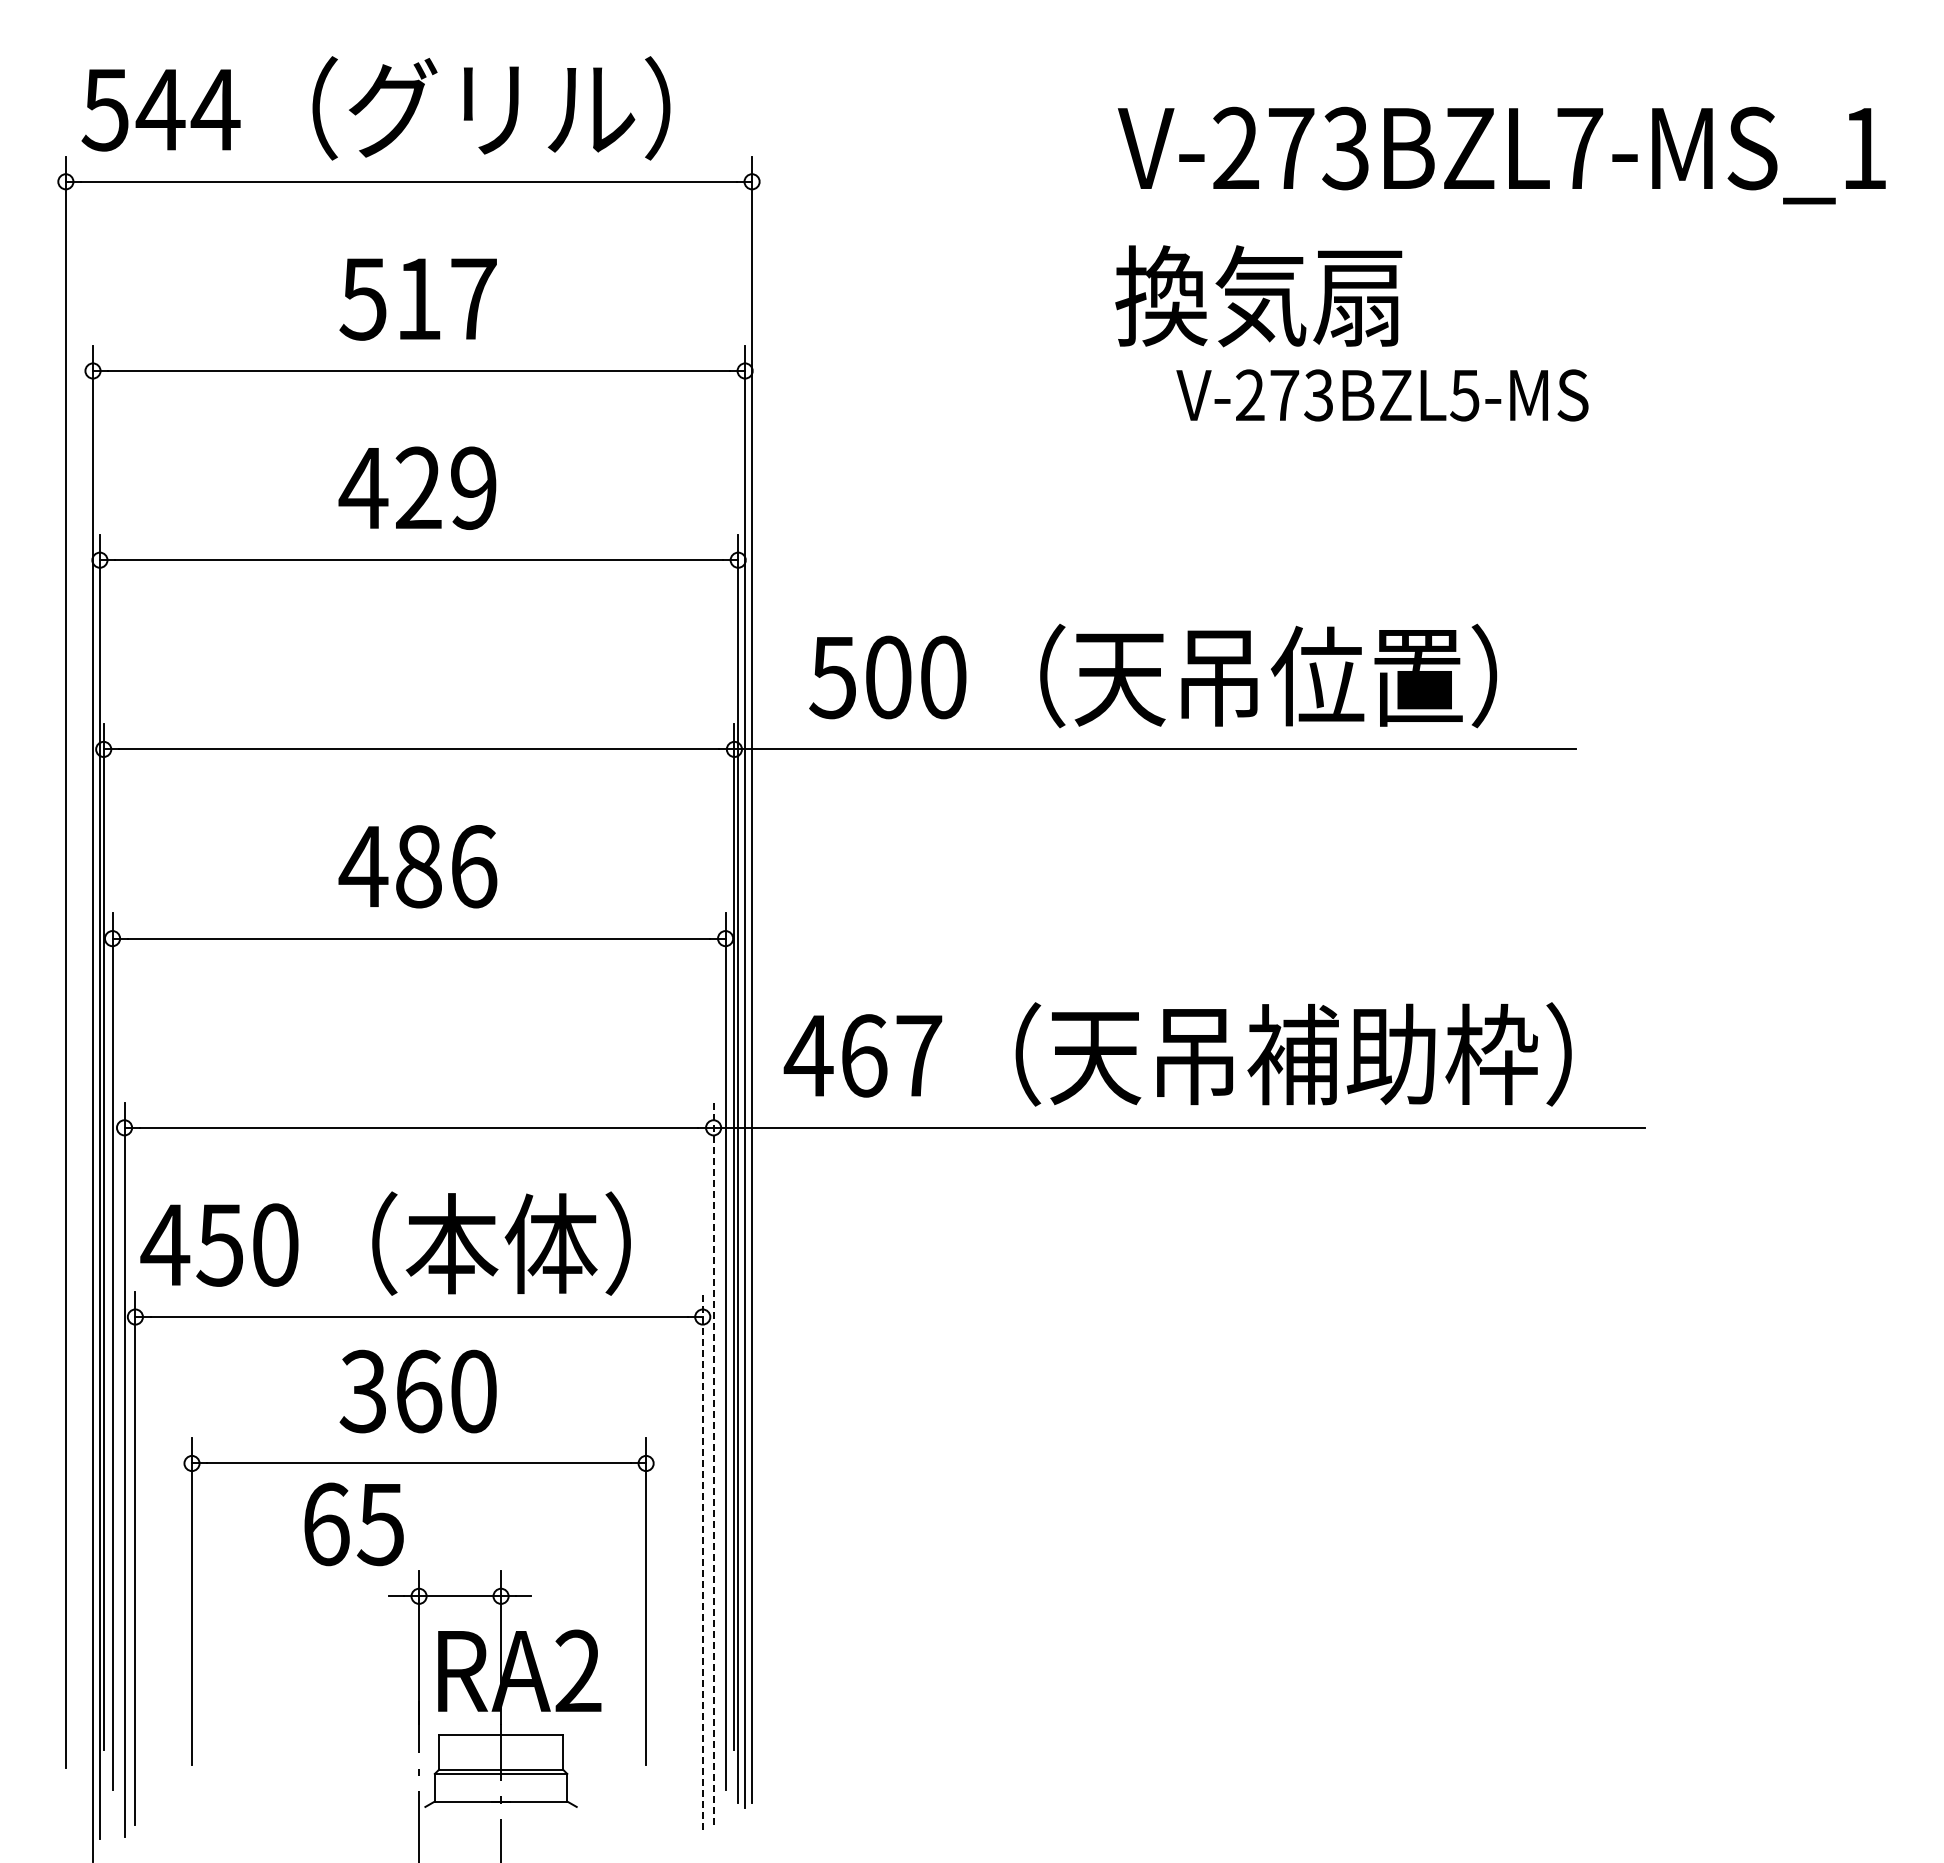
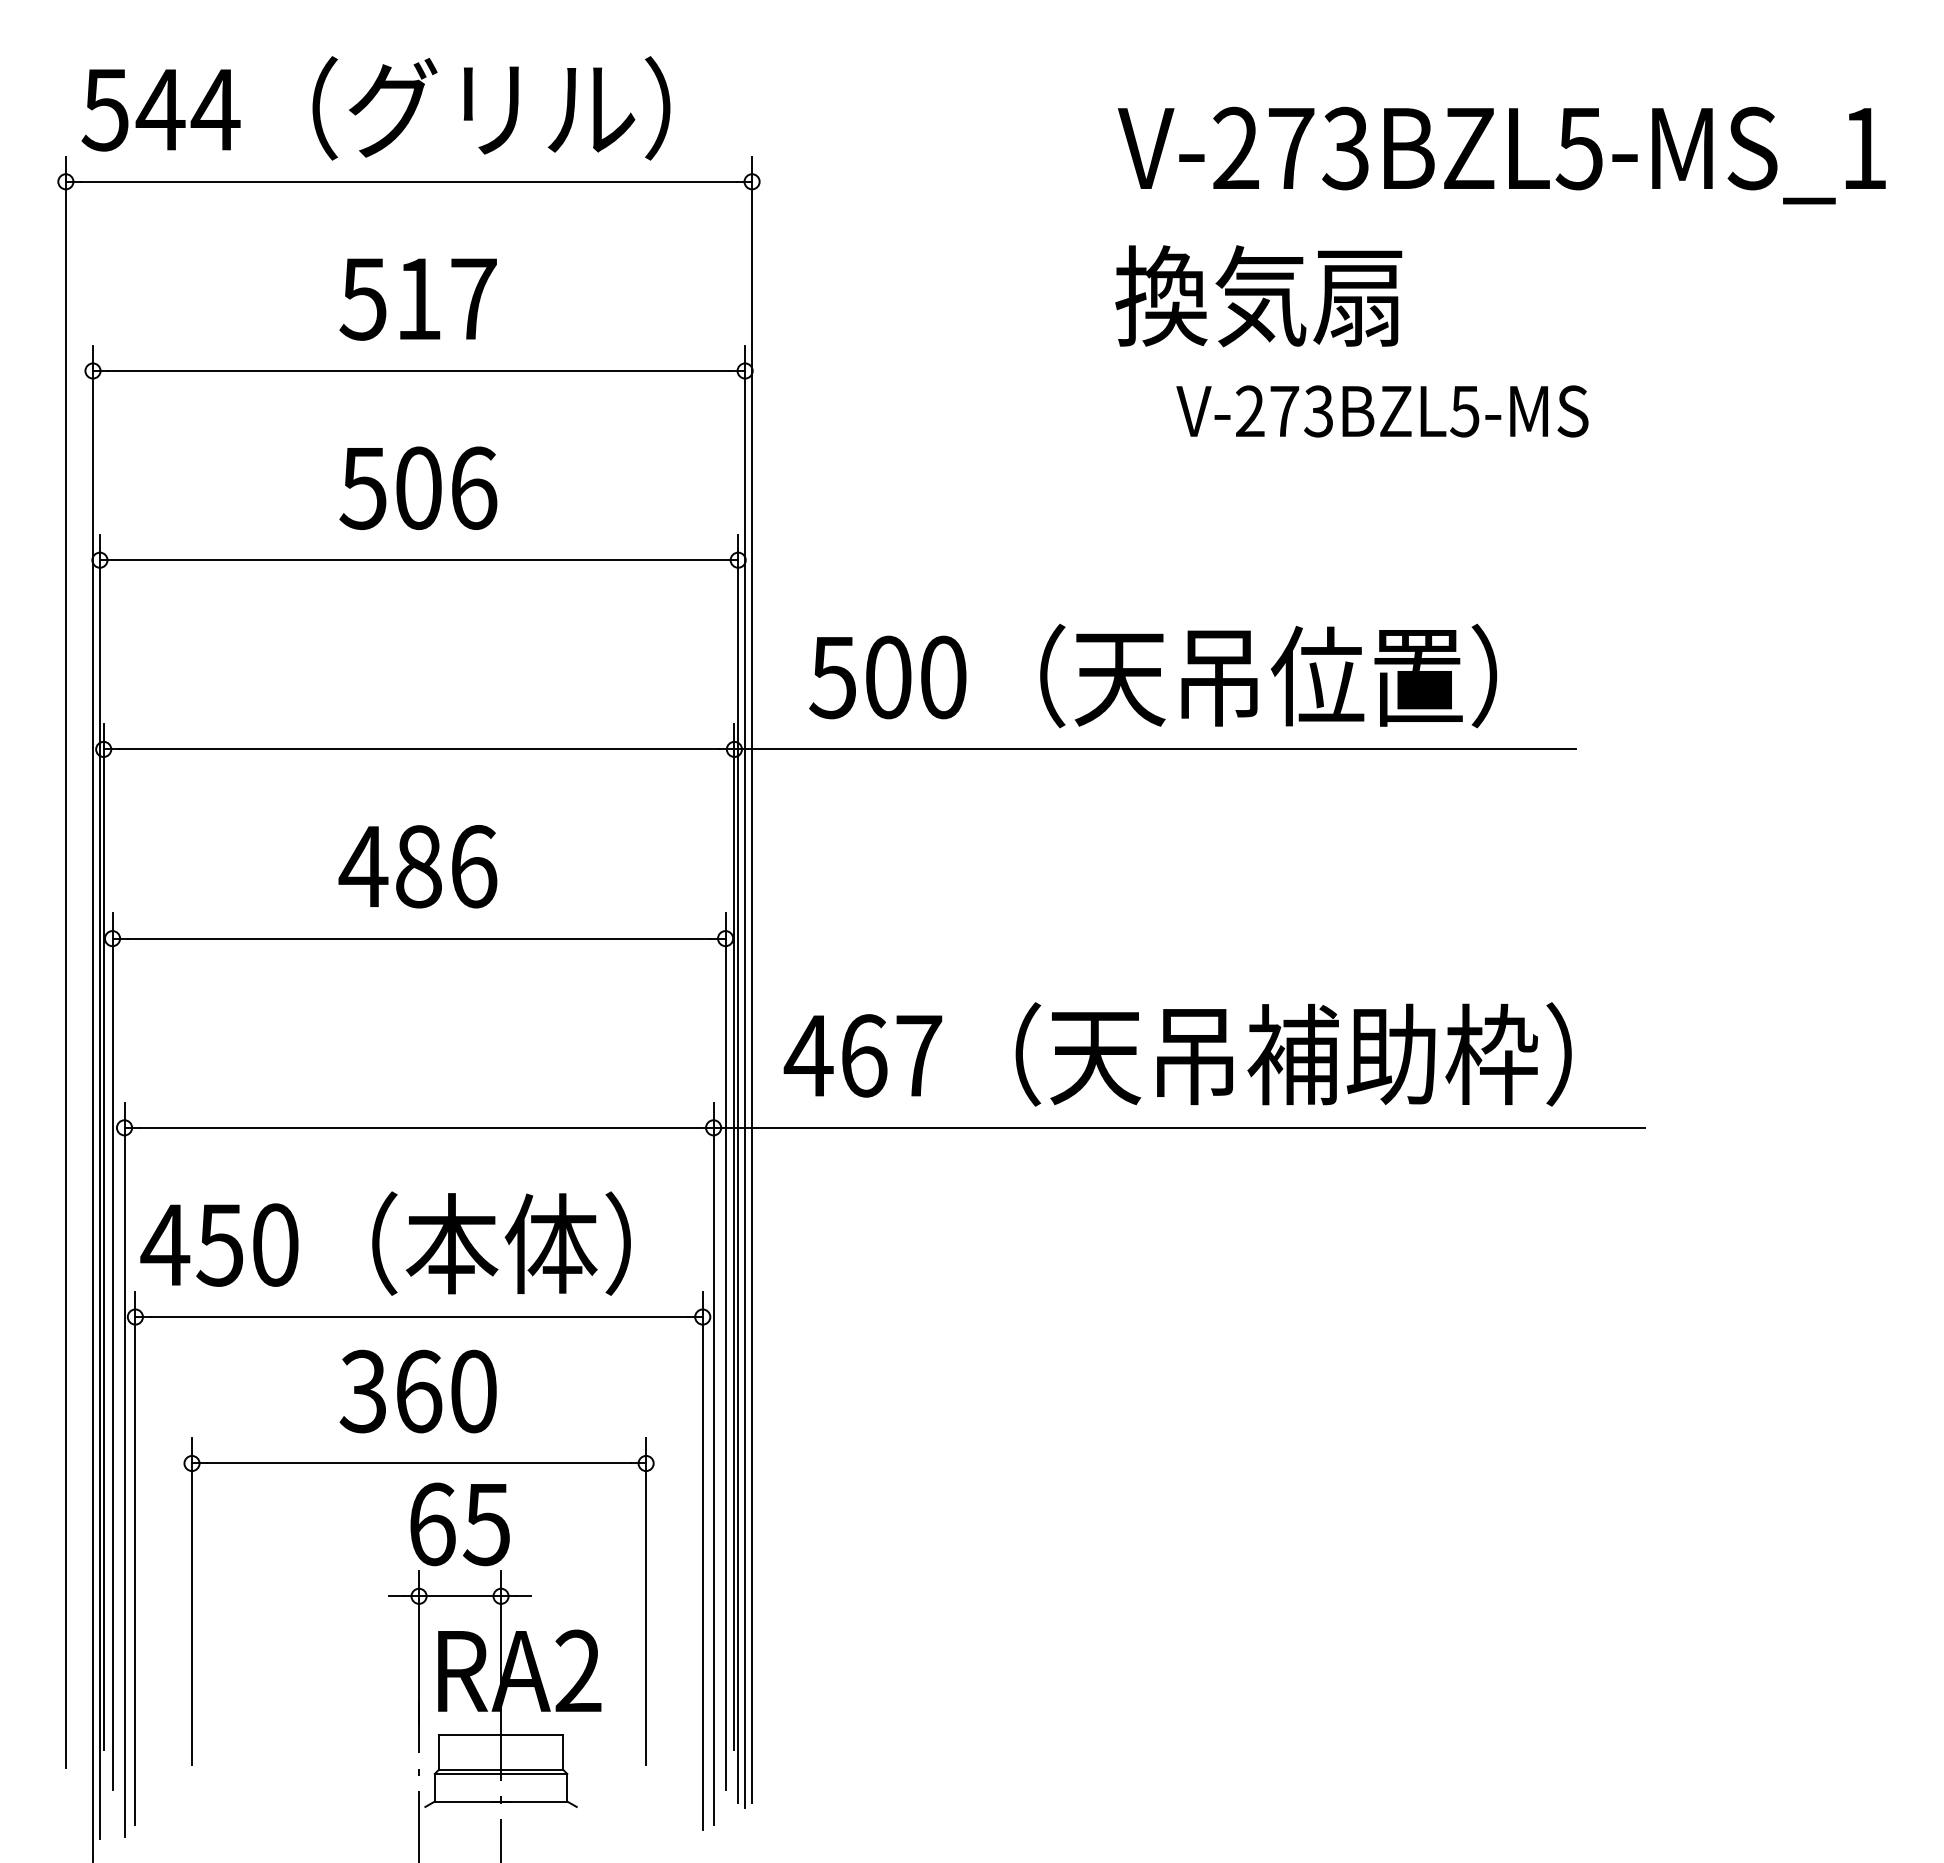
text at (1579, 149): V-273BZL7-MS_1 -> V-273BZL5-MS_1
text at (1382, 395) position: (1382, 395) -> (1382, 411)
text at (417, 488): 429 -> 506
line at (713, 1463): dashed -> solid
text at (353, 1524) position: (353, 1524) -> (459, 1524)
line at (702, 1560): dashed -> solid
